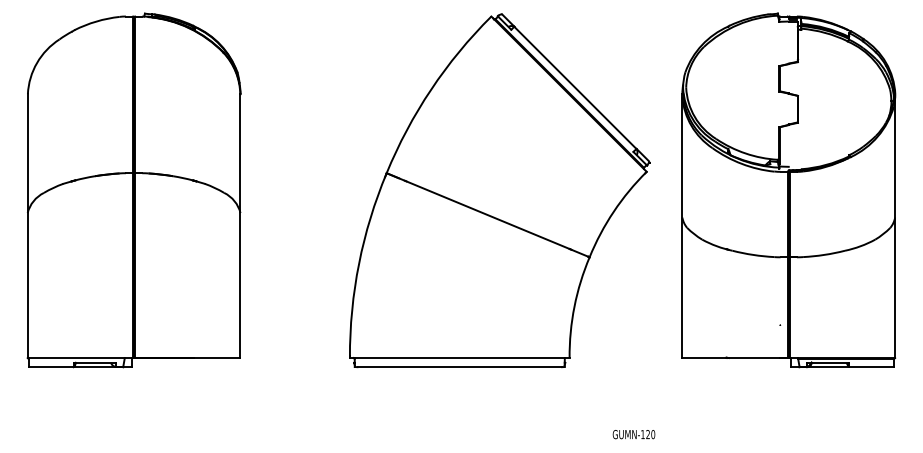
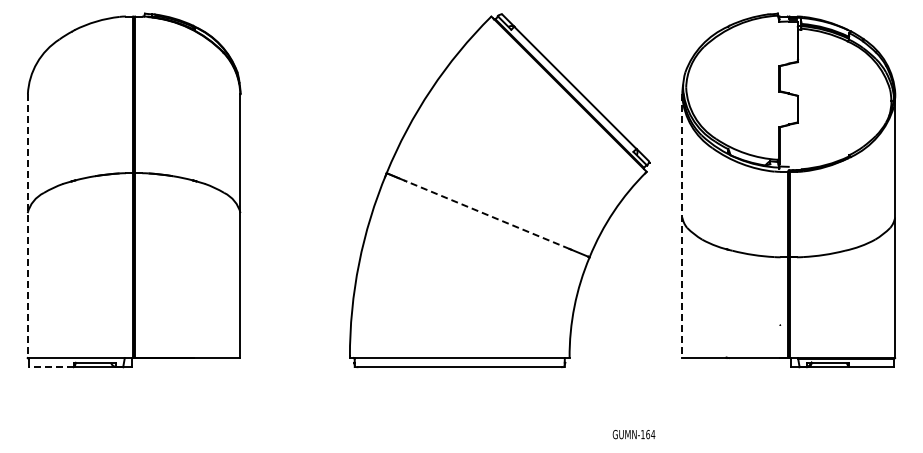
line at (487, 214): solid -> dashed
line at (27, 226): solid -> dashed
line at (682, 226): solid -> dashed
line at (50, 366): solid -> dashed
text at (650, 434): GUMN-120 -> GUMN-164
